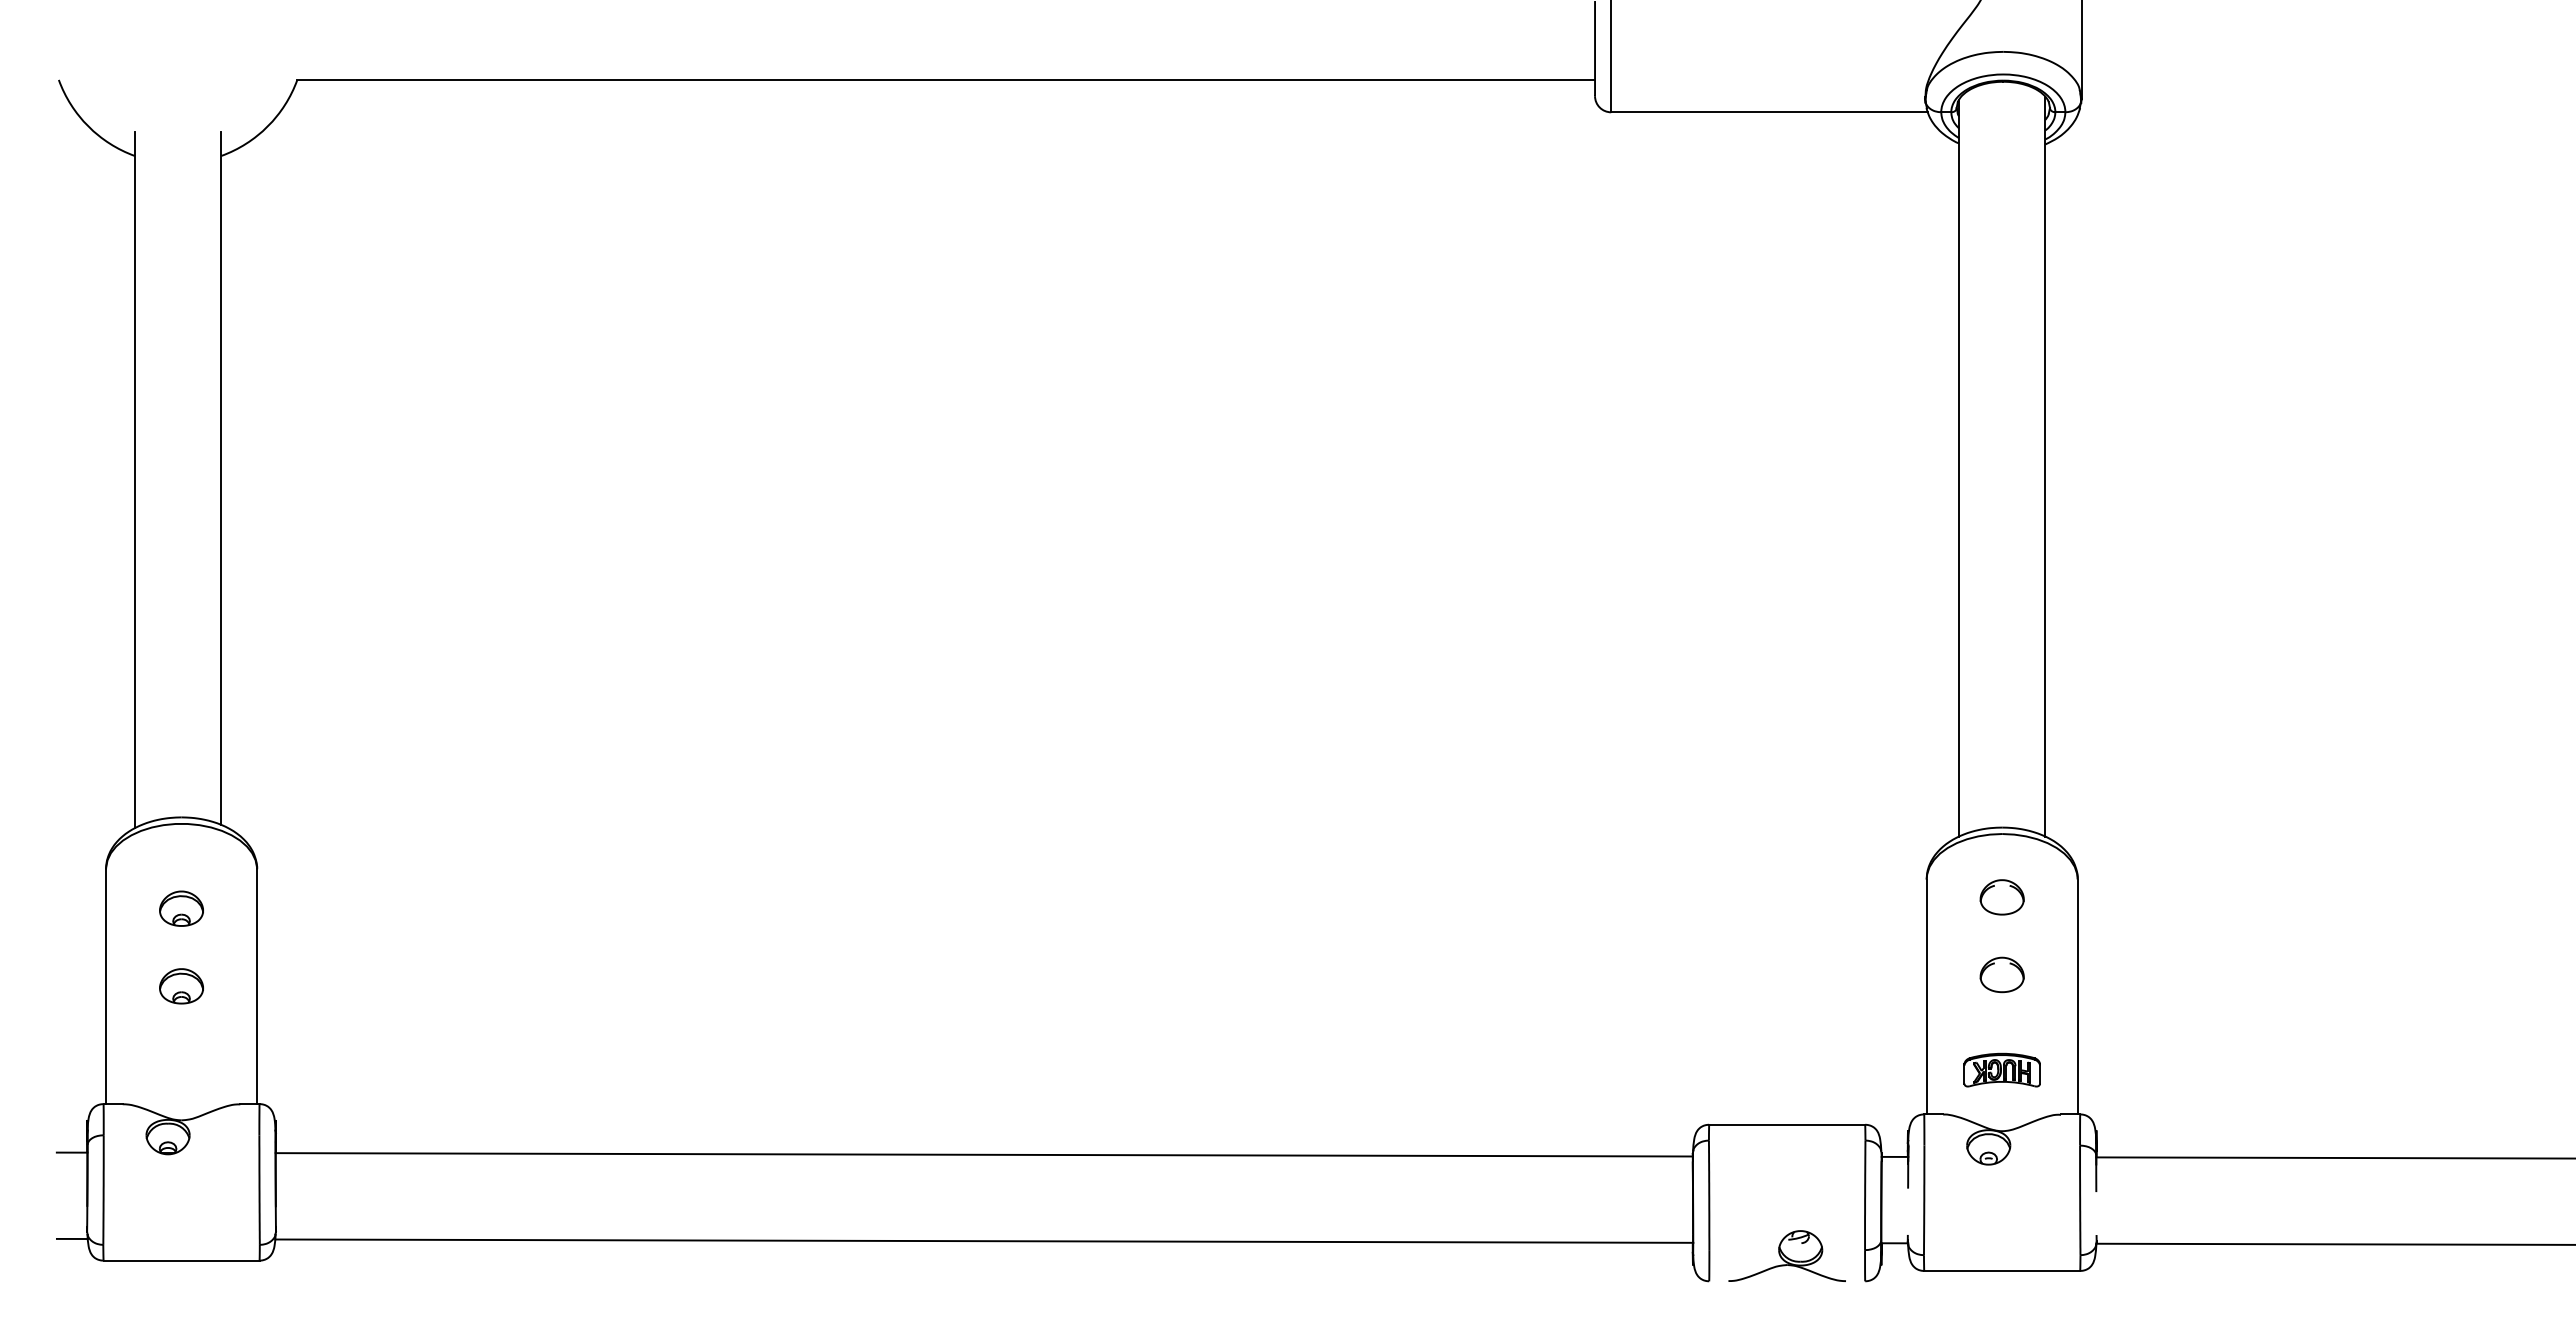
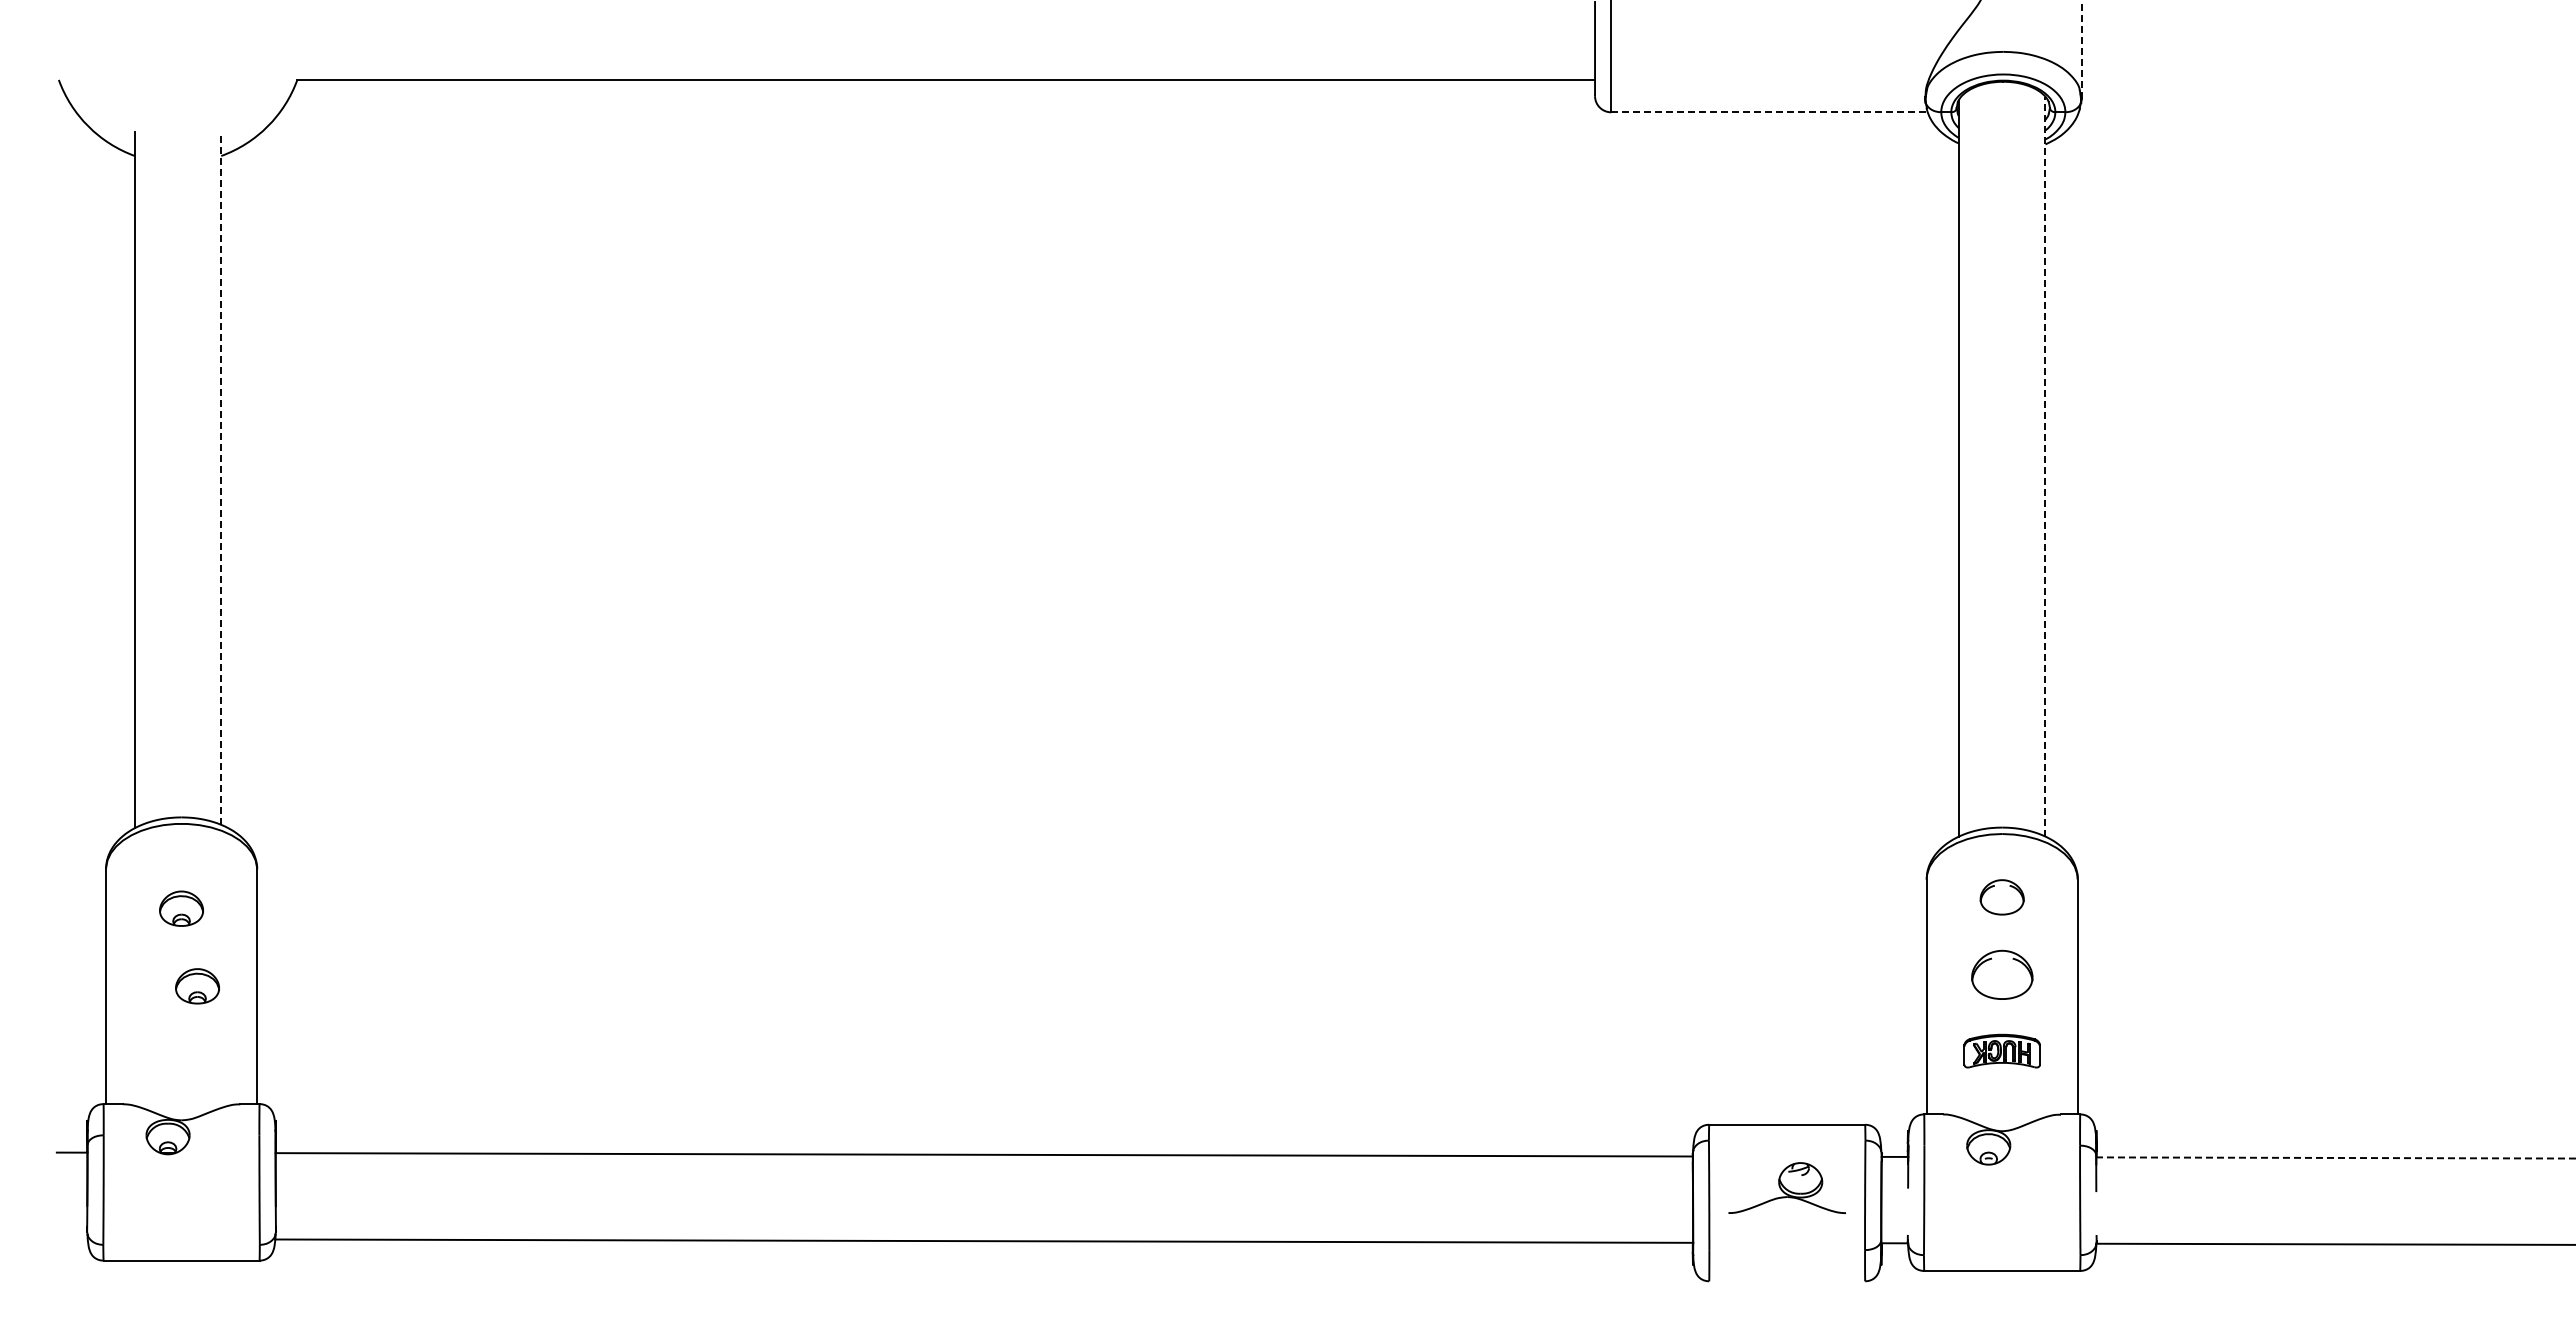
line at (2081, 49): solid -> dashed
line at (1770, 112): solid -> dashed
line at (2045, 466): solid -> dashed
line at (221, 477): solid -> dashed
part at (2001, 974) size: 46x38 px -> 63x51 px
part at (181, 986) position: (181, 986) -> (197, 986)
part at (2001, 1069) position: (2001, 1069) -> (2001, 1050)
line at (2335, 1157): solid -> dashed
line at (71, 1238): present -> none
part at (1786, 1255) position: (1786, 1255) -> (1786, 1187)
